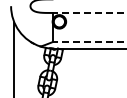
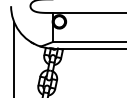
line at (89, 12): dashed -> solid
line at (89, 41): dashed -> solid
